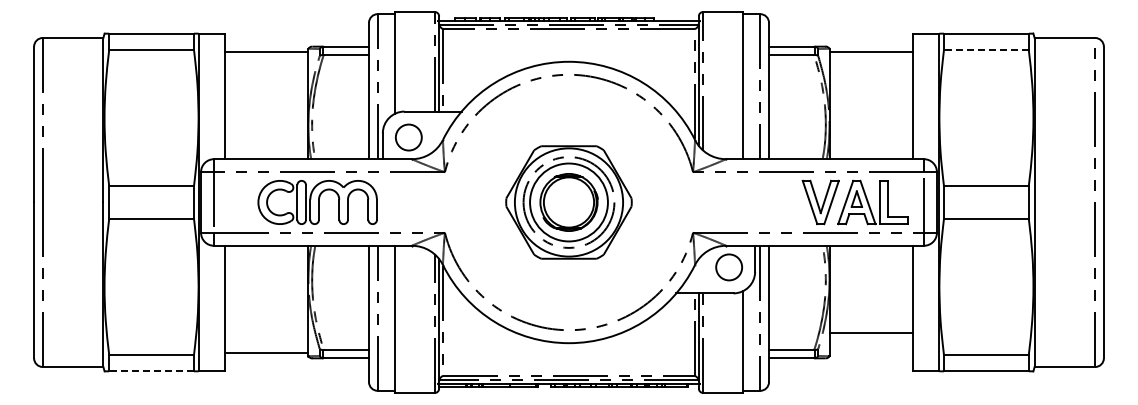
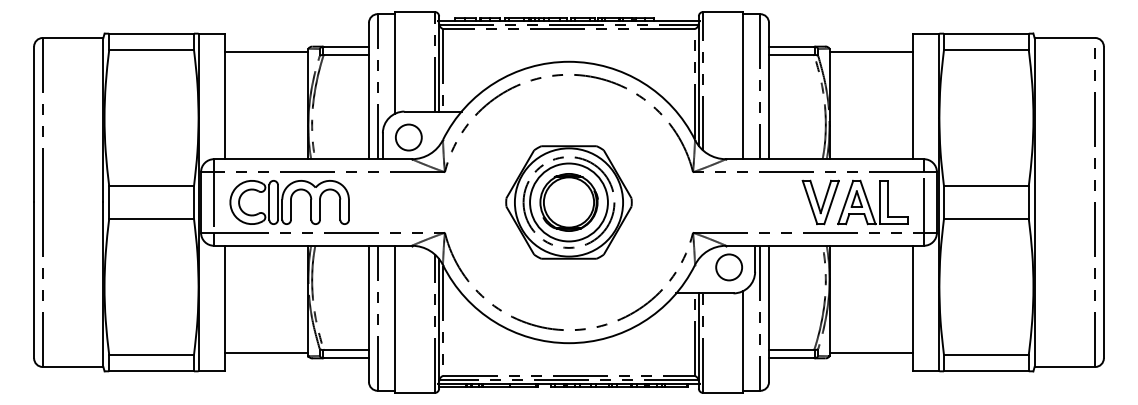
line at (985, 50): dashed -> solid
part at (317, 202) position: (317, 202) -> (289, 202)
line at (871, 333) position: (871, 333) -> (871, 353)
line at (151, 371): dashed -> solid
